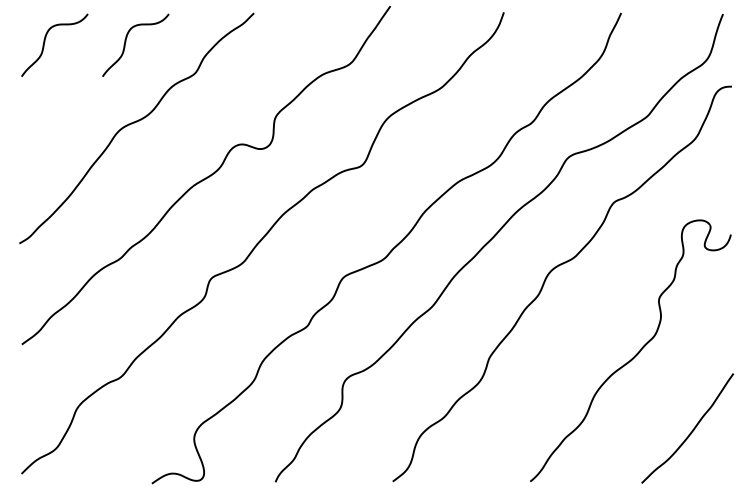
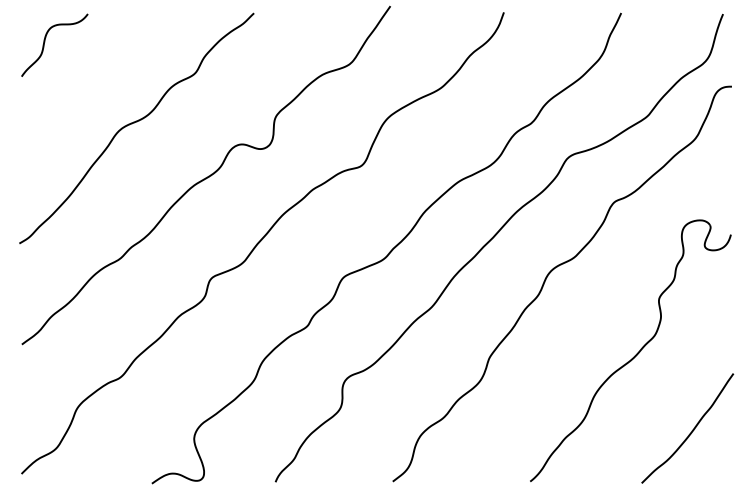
curve at (126, 42): present -> none
